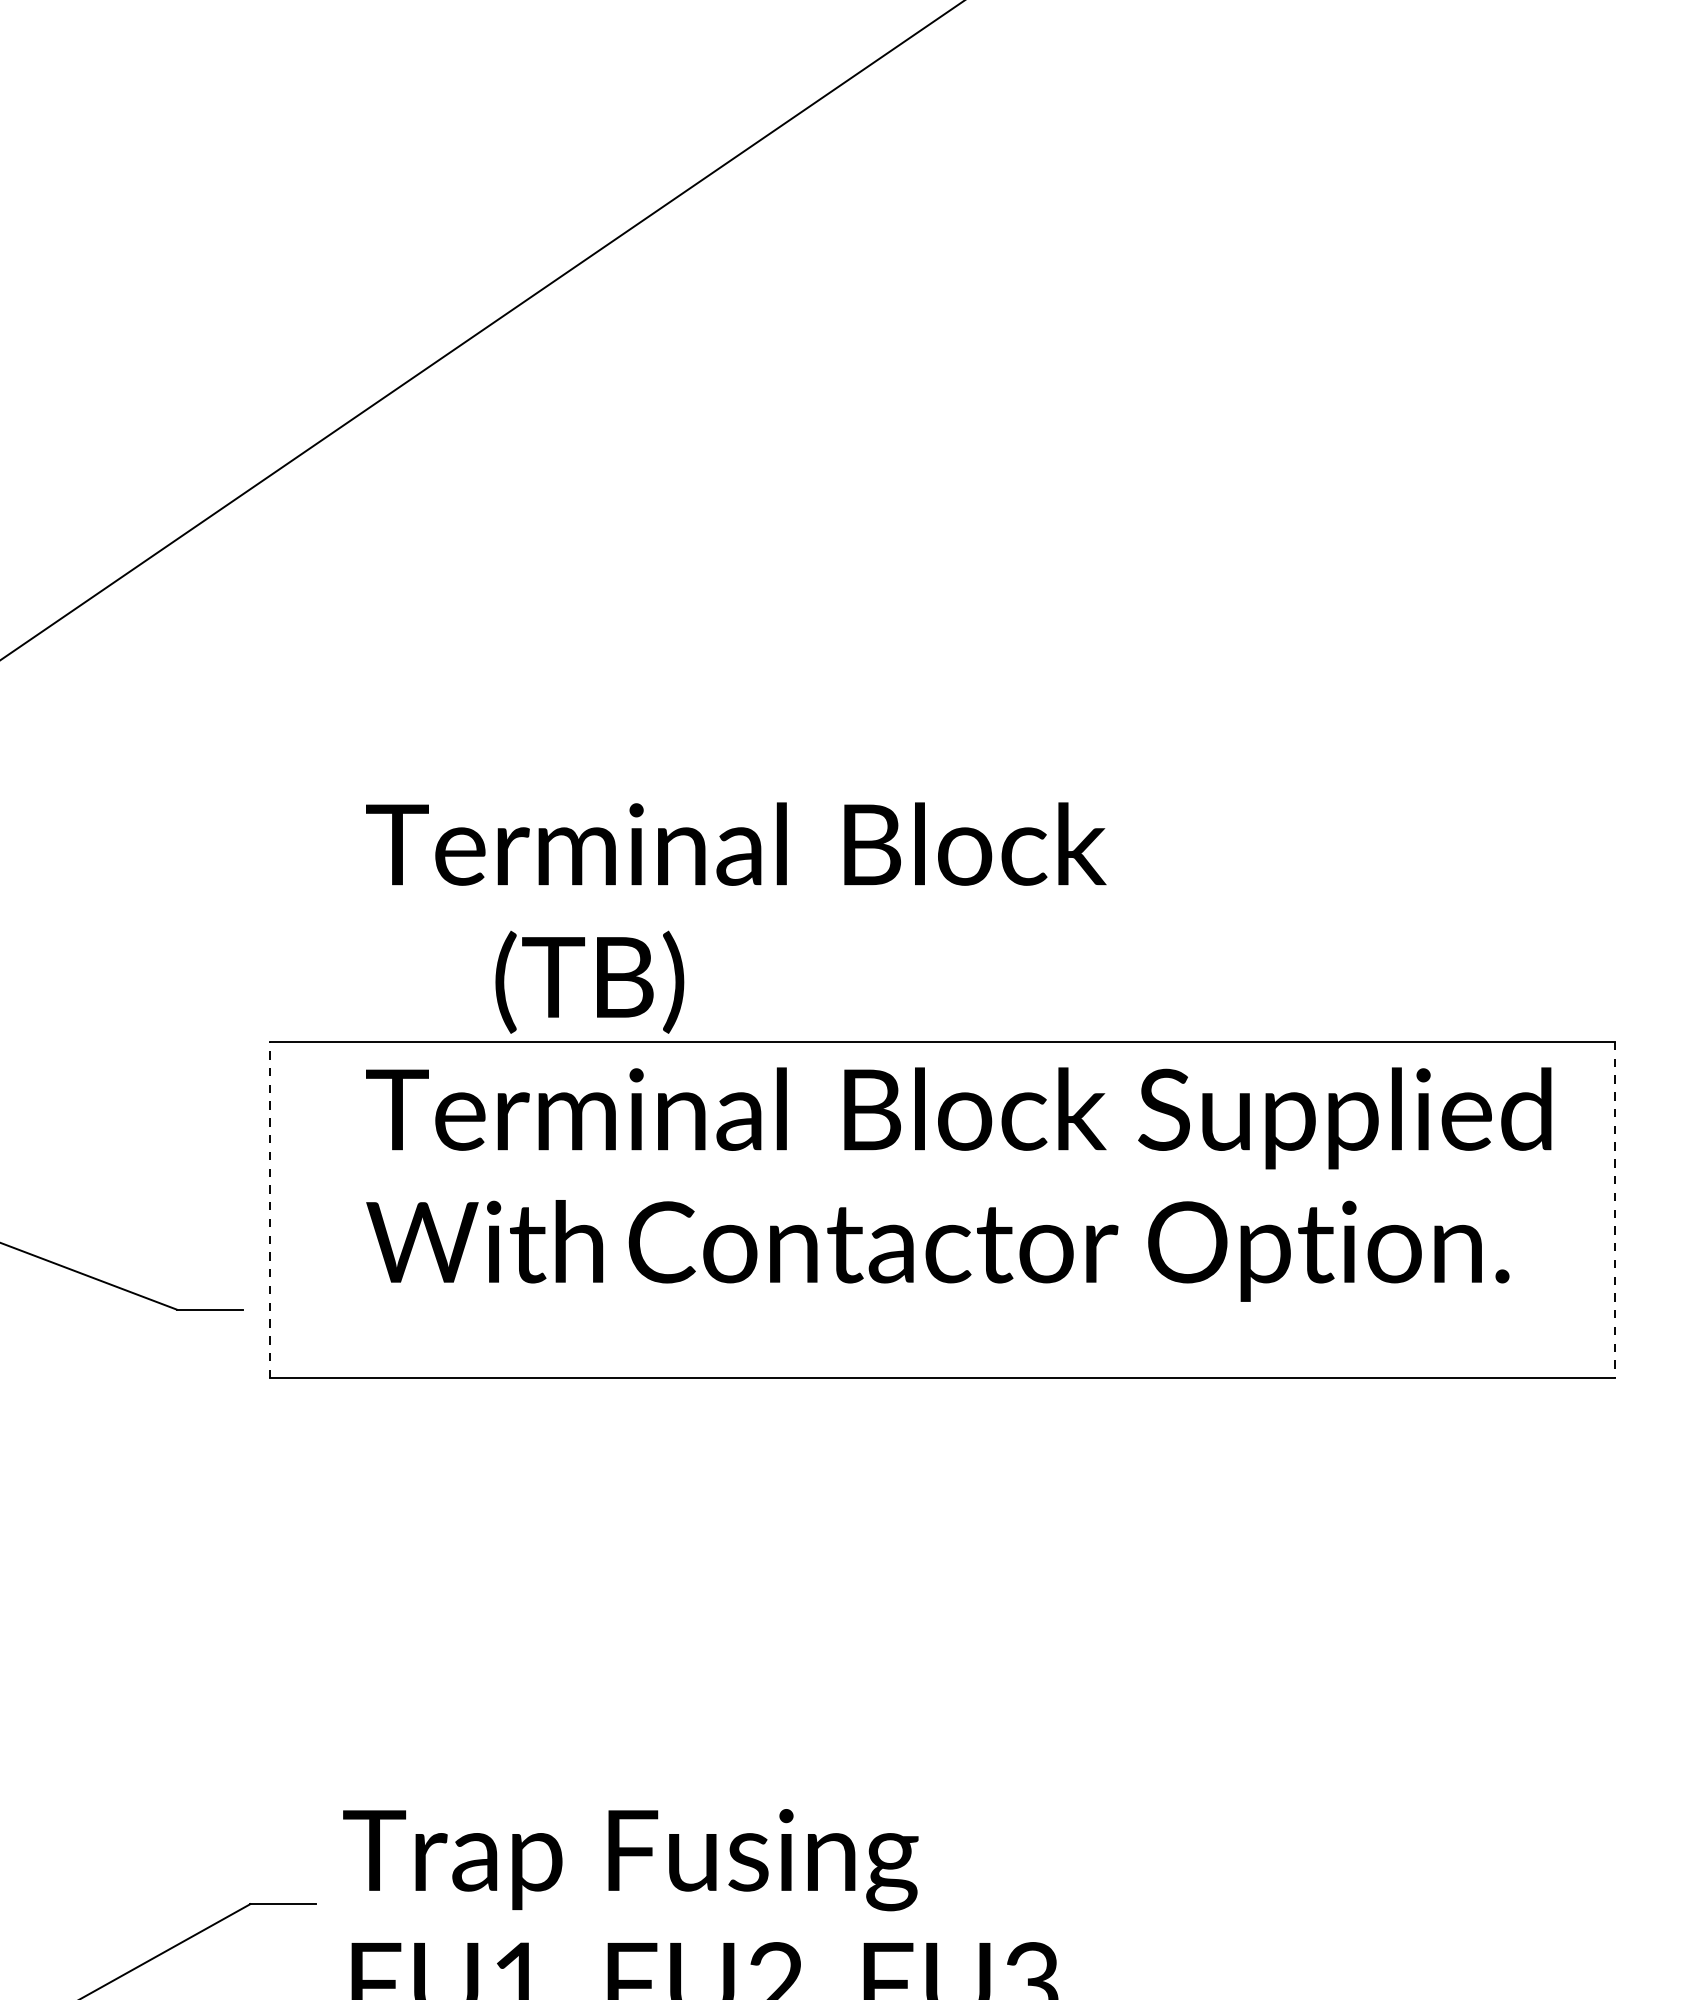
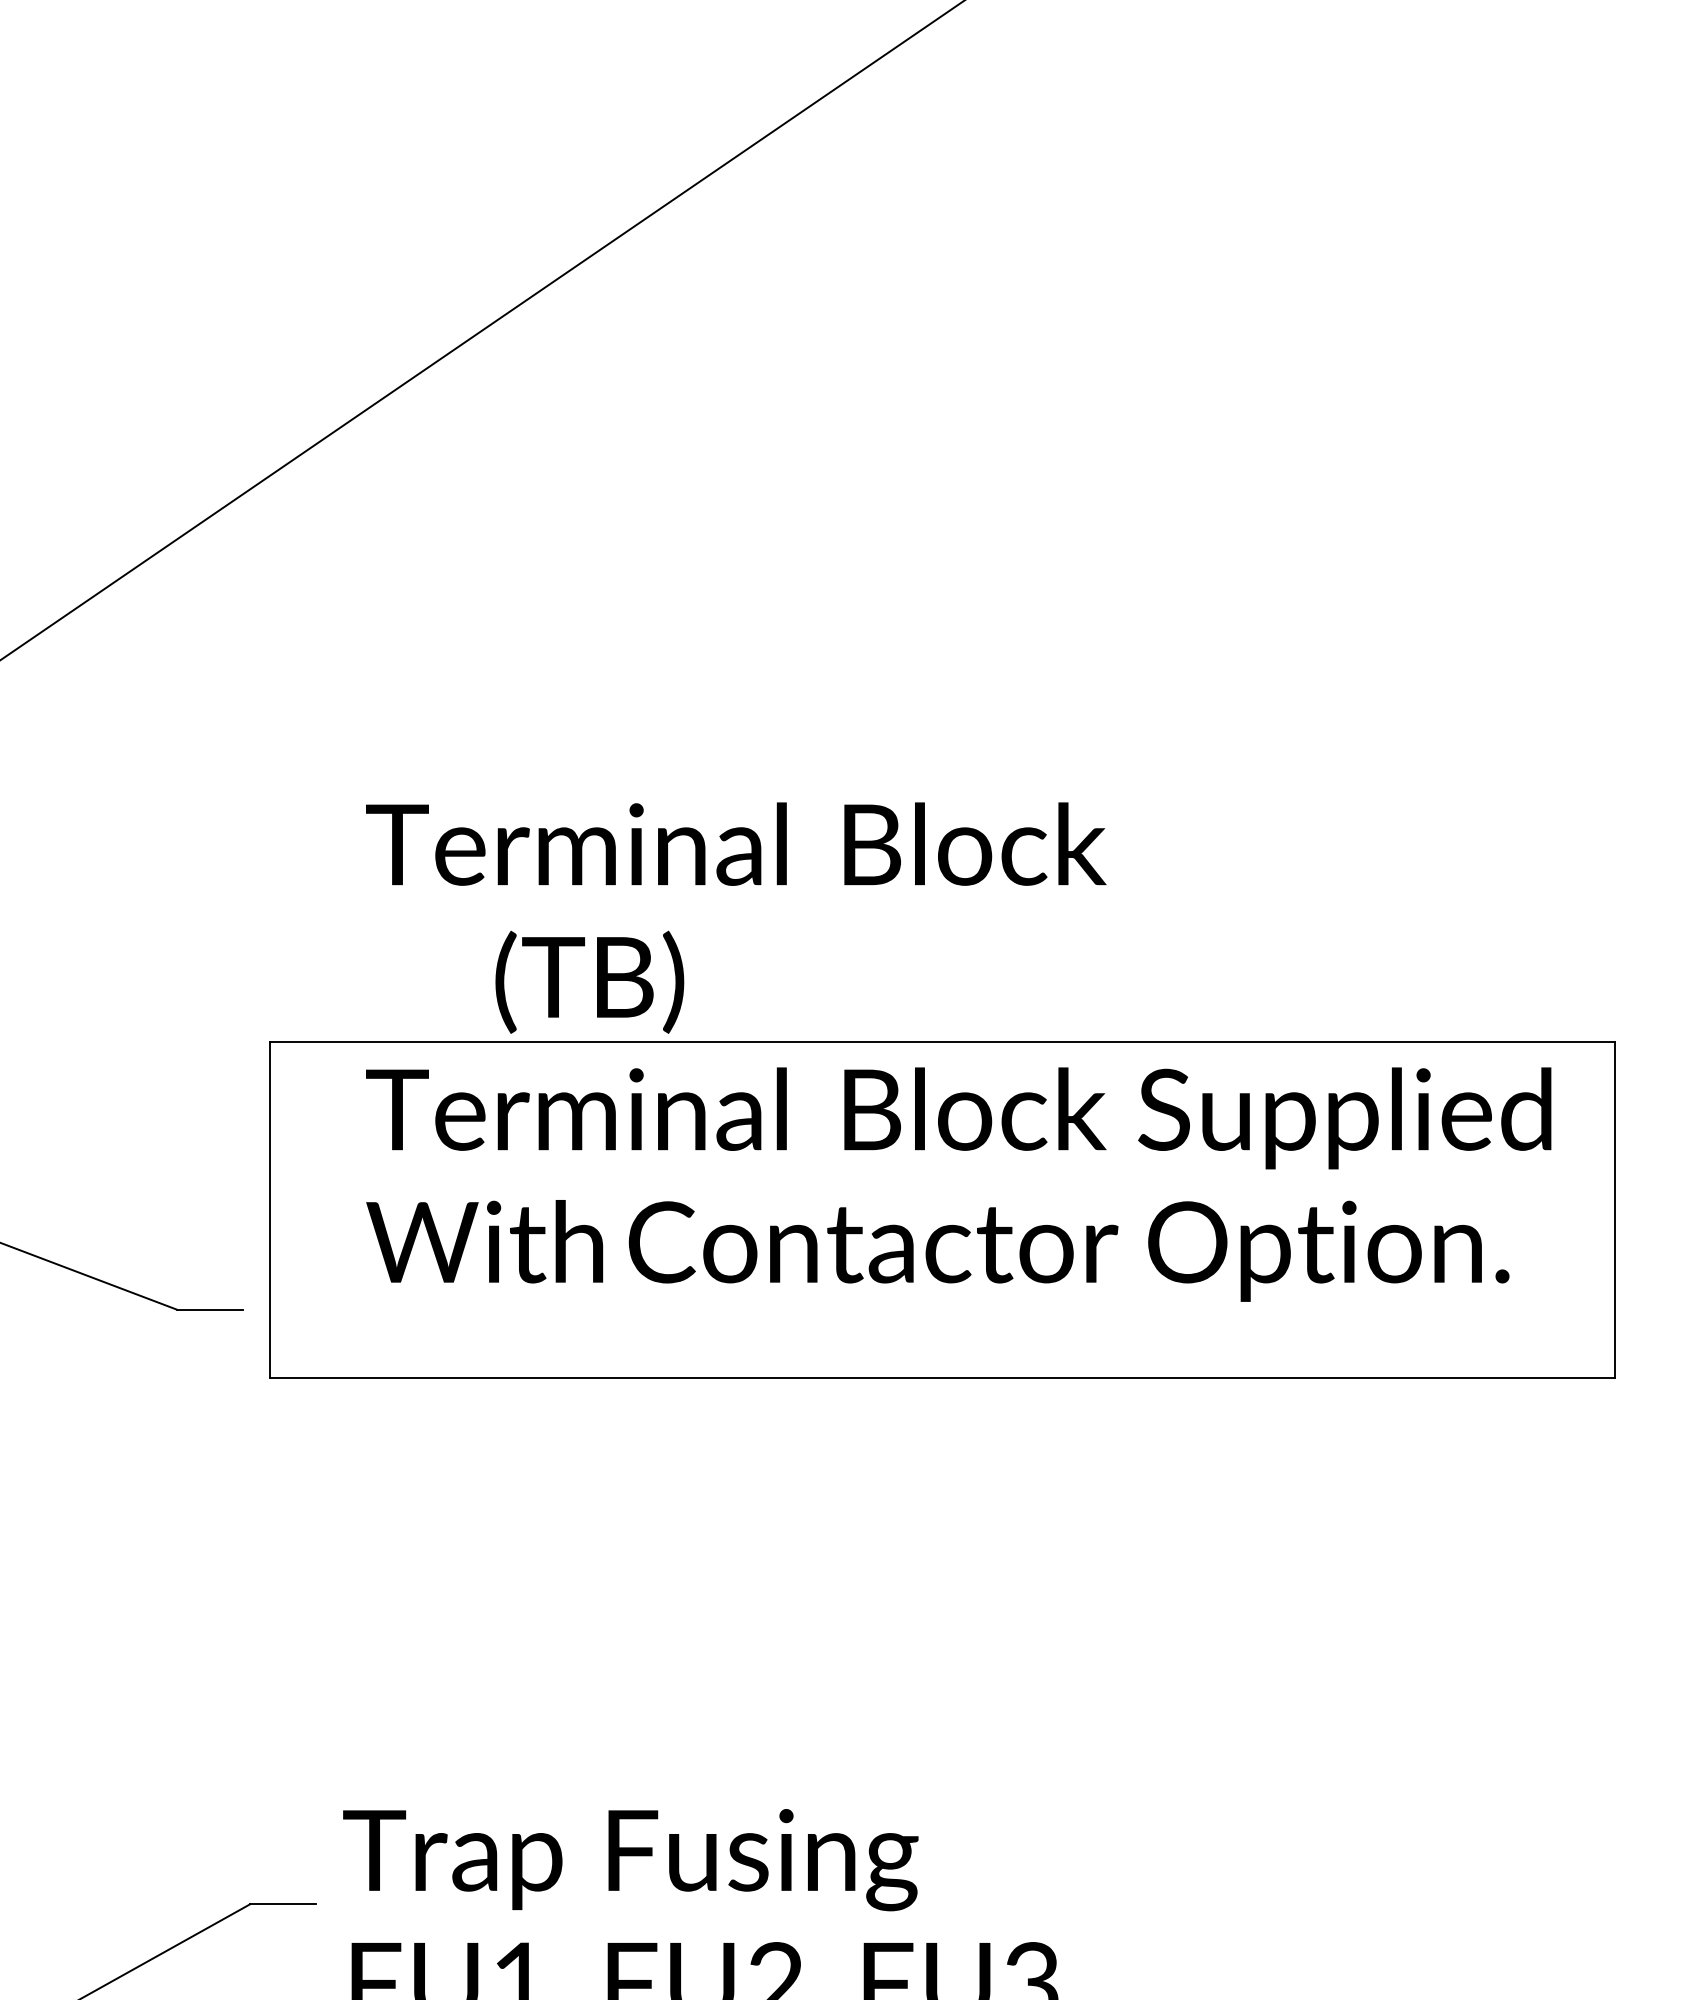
line at (270, 1209): dashed -> solid
line at (1614, 1210): dashed -> solid
